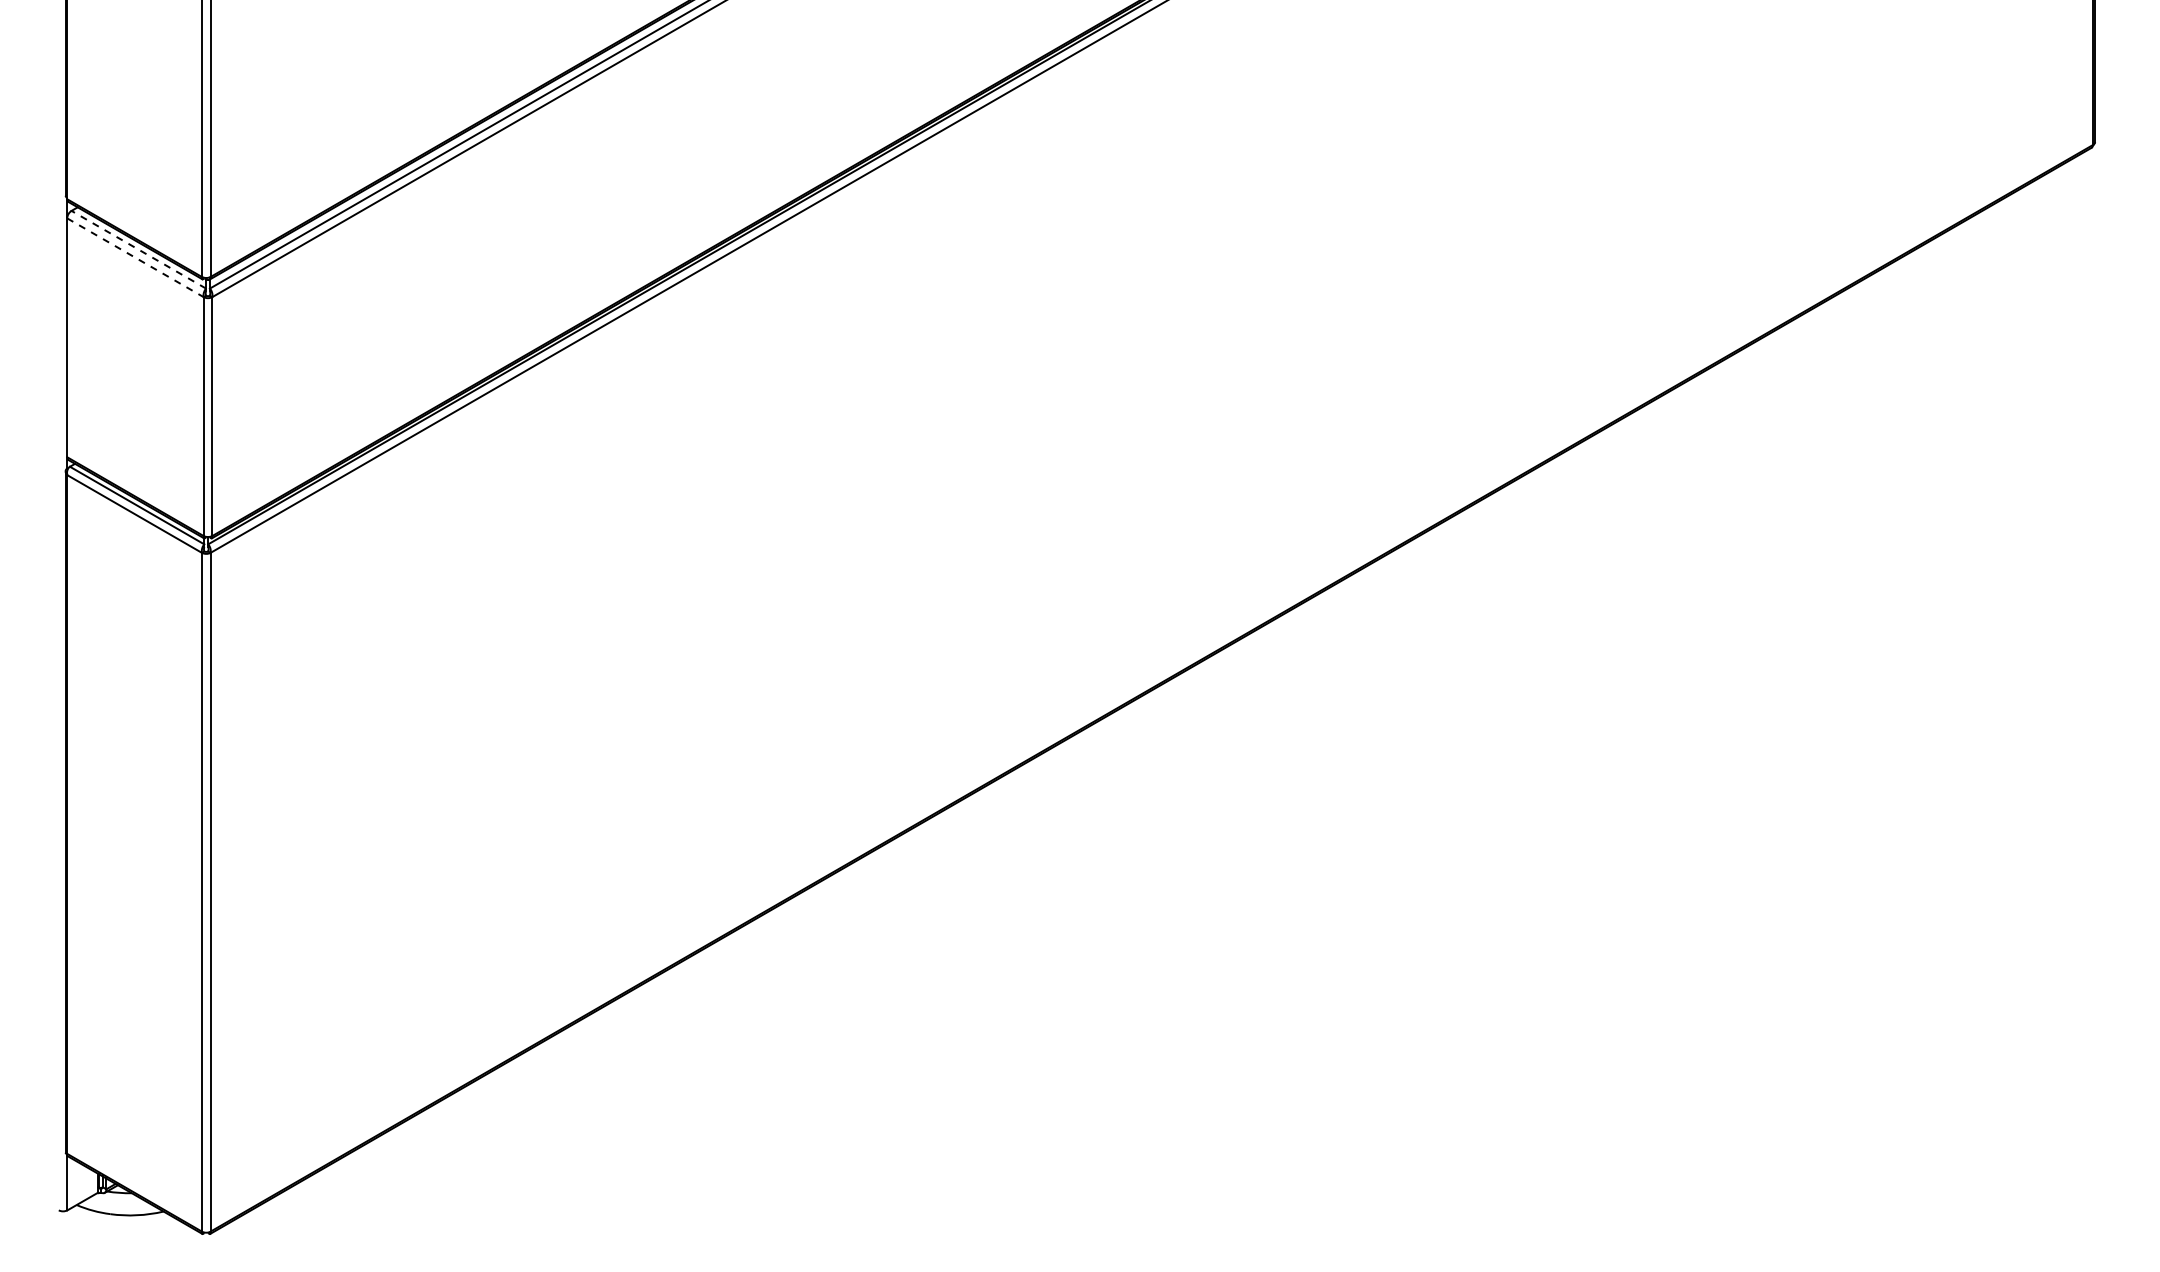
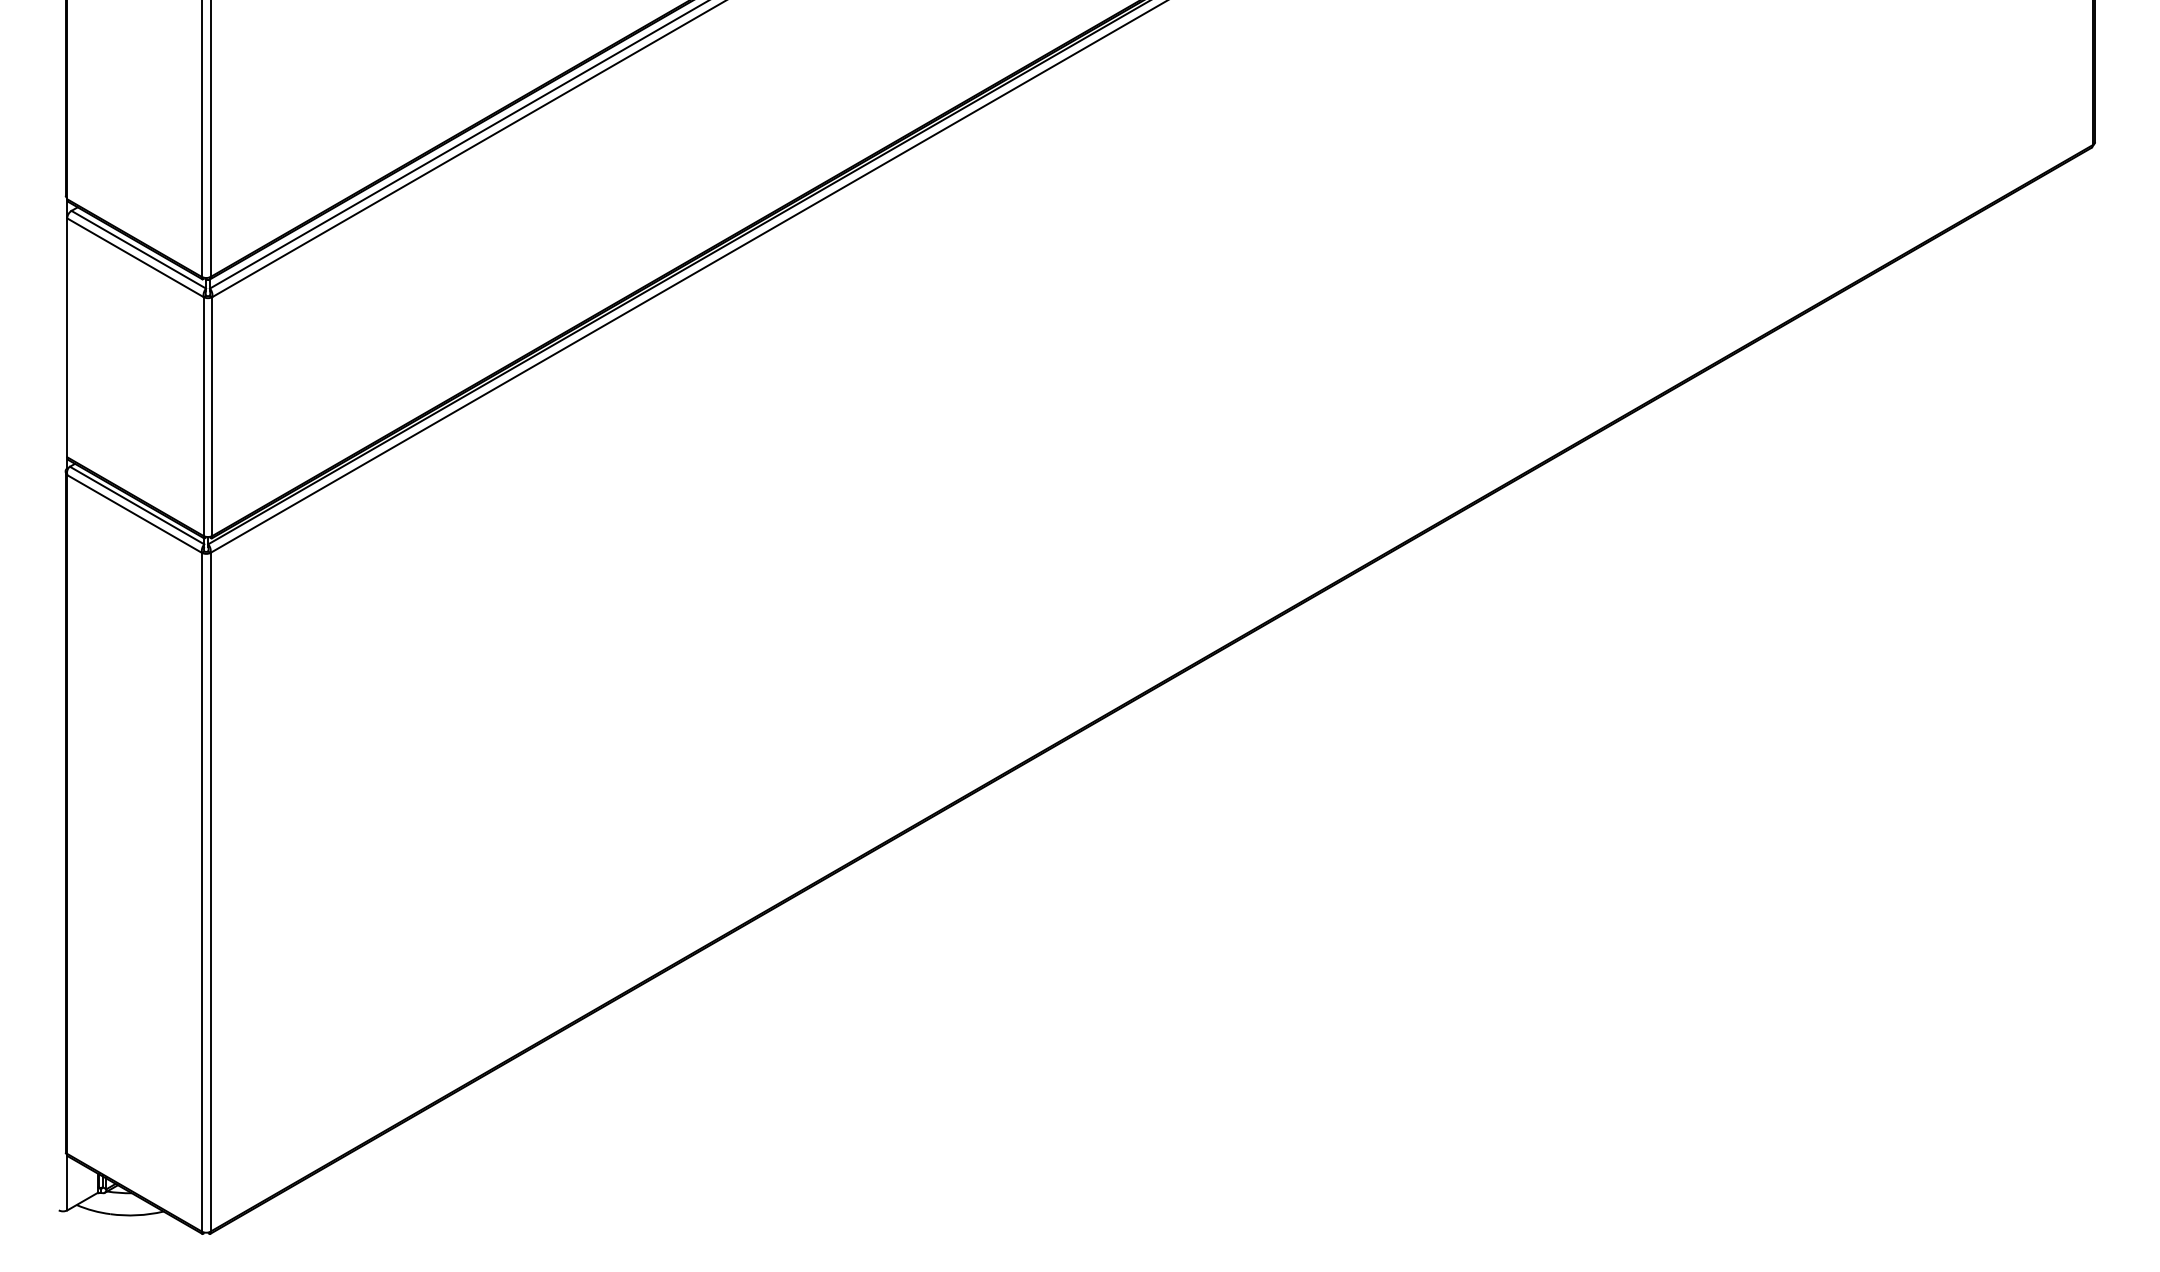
line at (138, 249): dashed -> solid
line at (135, 257): dashed -> solid
